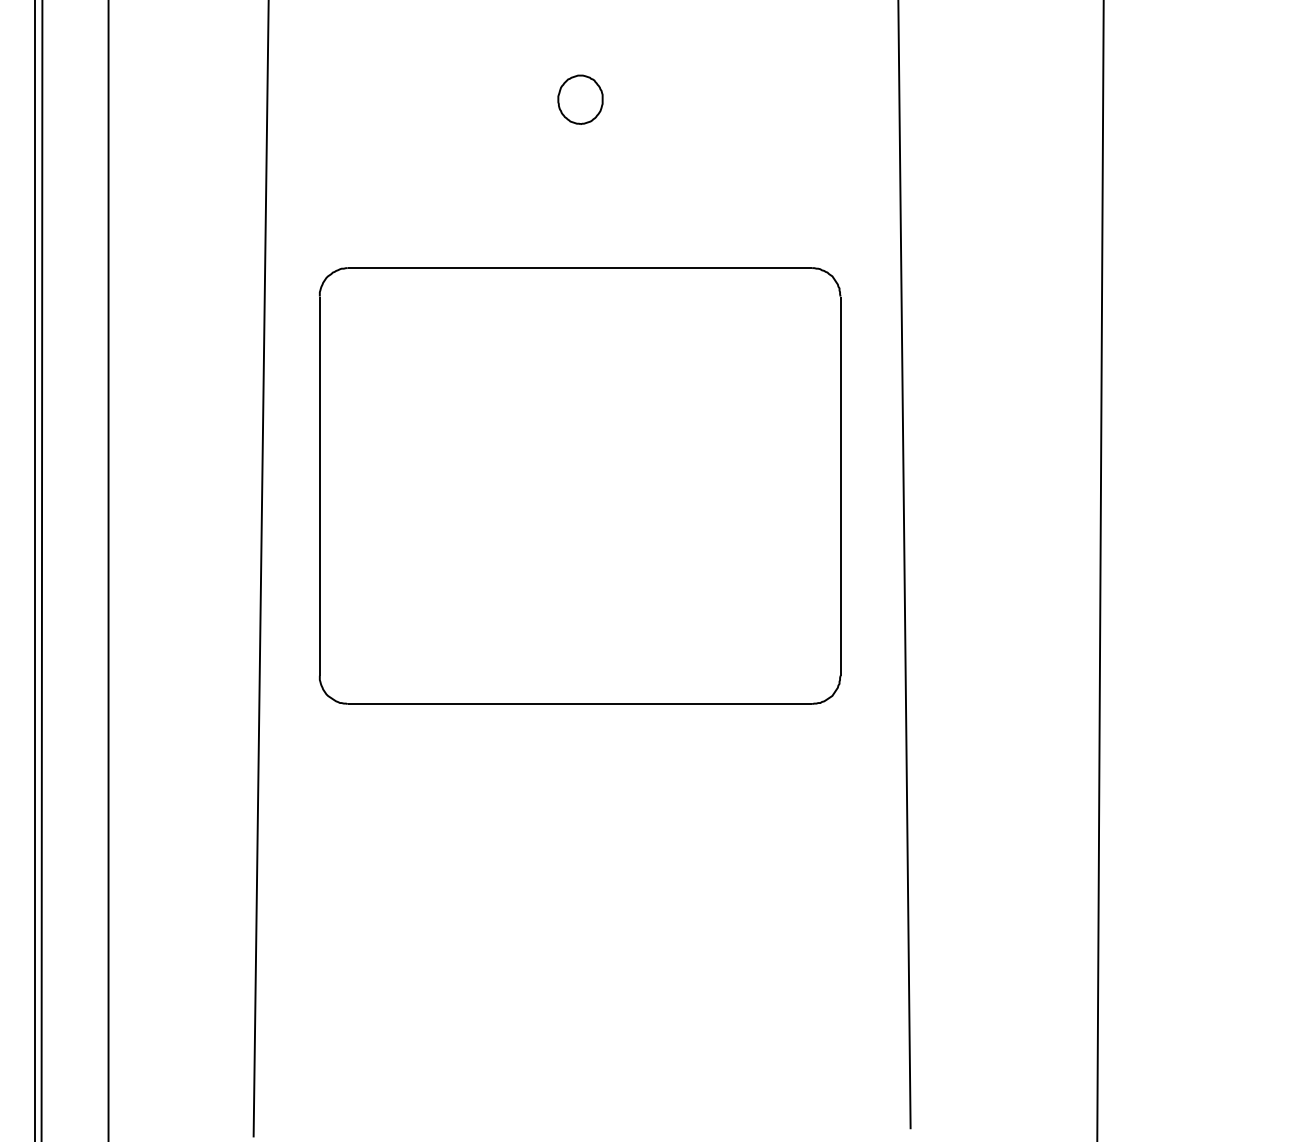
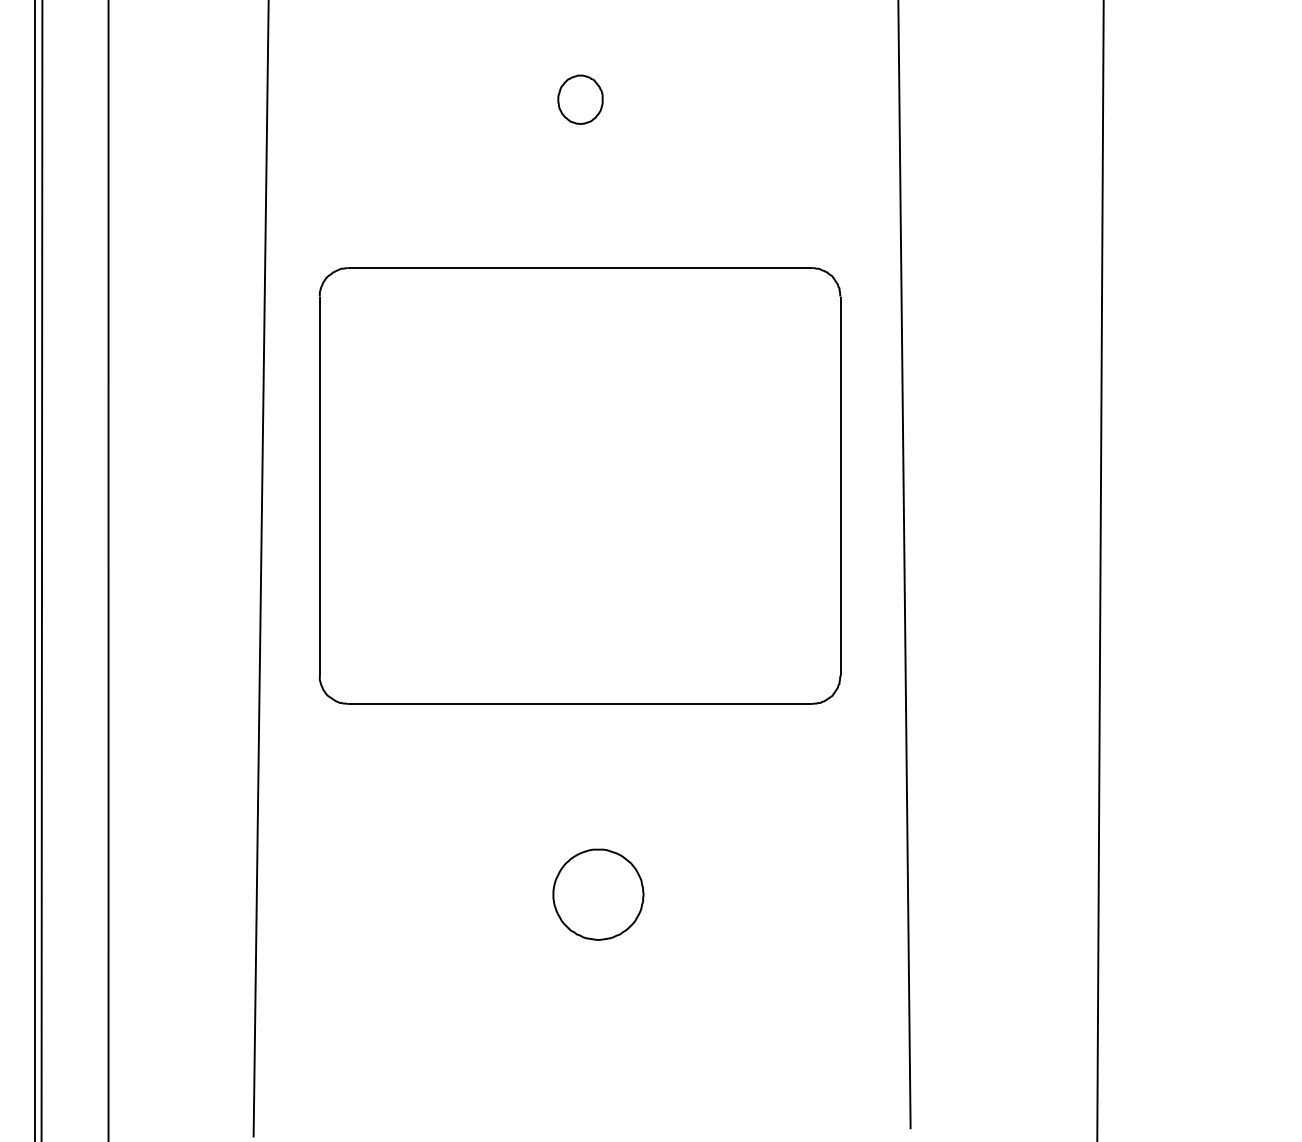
part at (598, 894): none -> present
